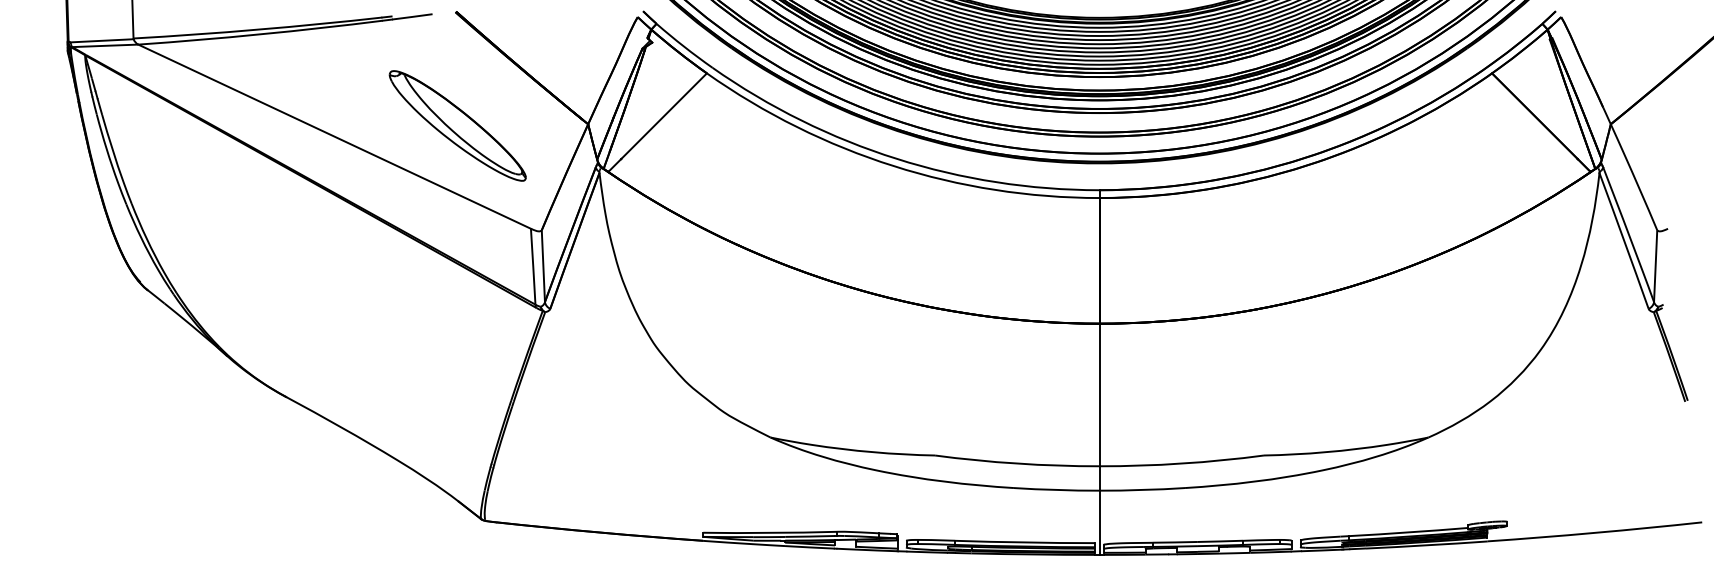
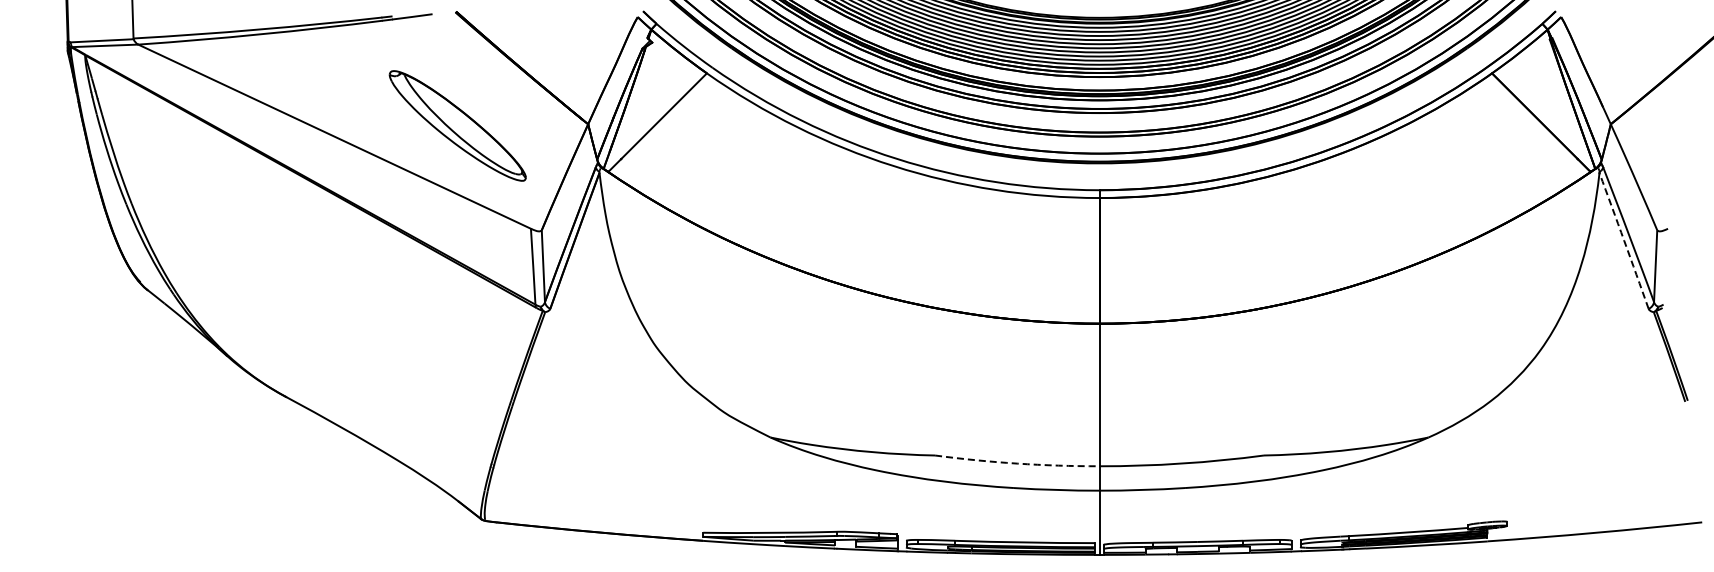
arc at (1624, 240): solid -> dashed
arc at (1017, 463): solid -> dashed
